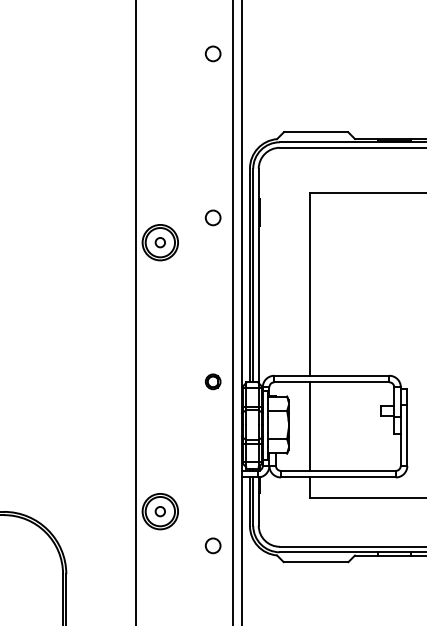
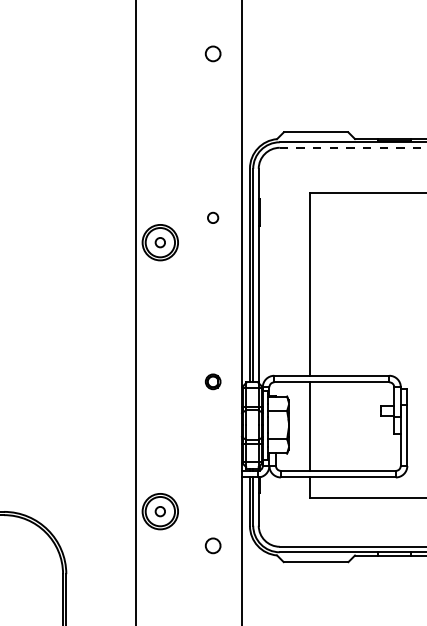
line at (353, 147): solid -> dashed
circle at (212, 217) size: 18x18 px -> 13x13 px
line at (232, 312): present -> none
